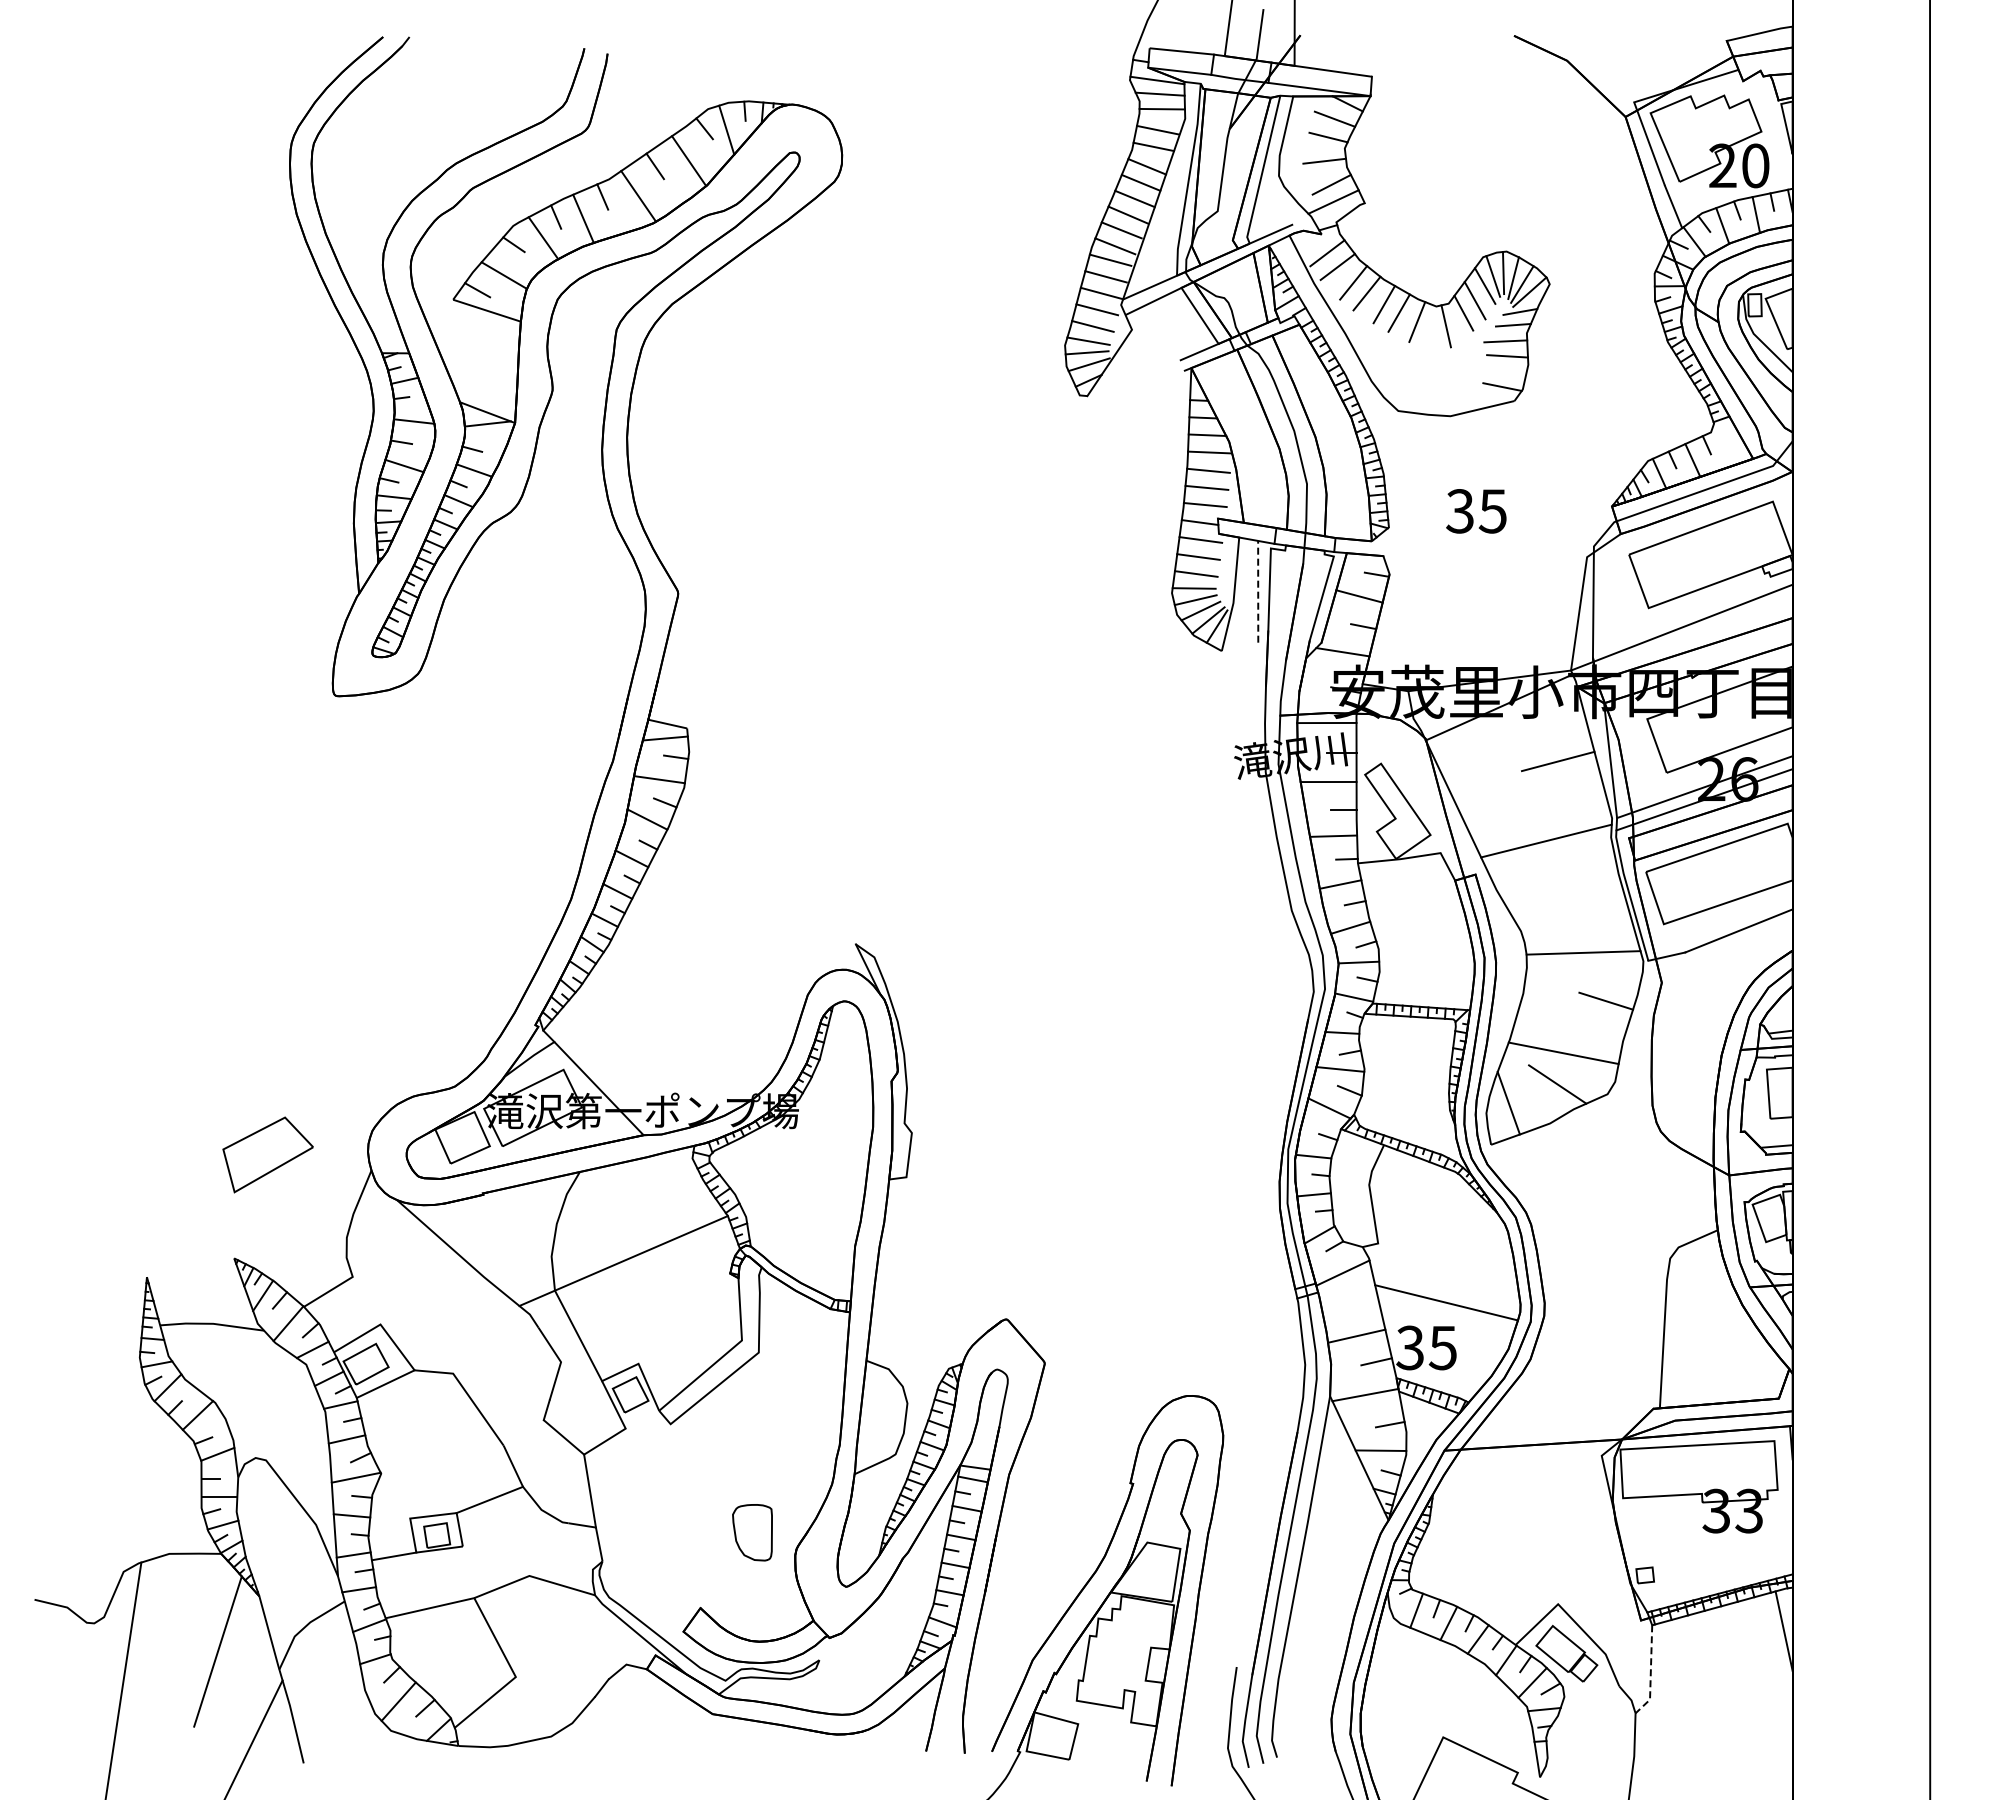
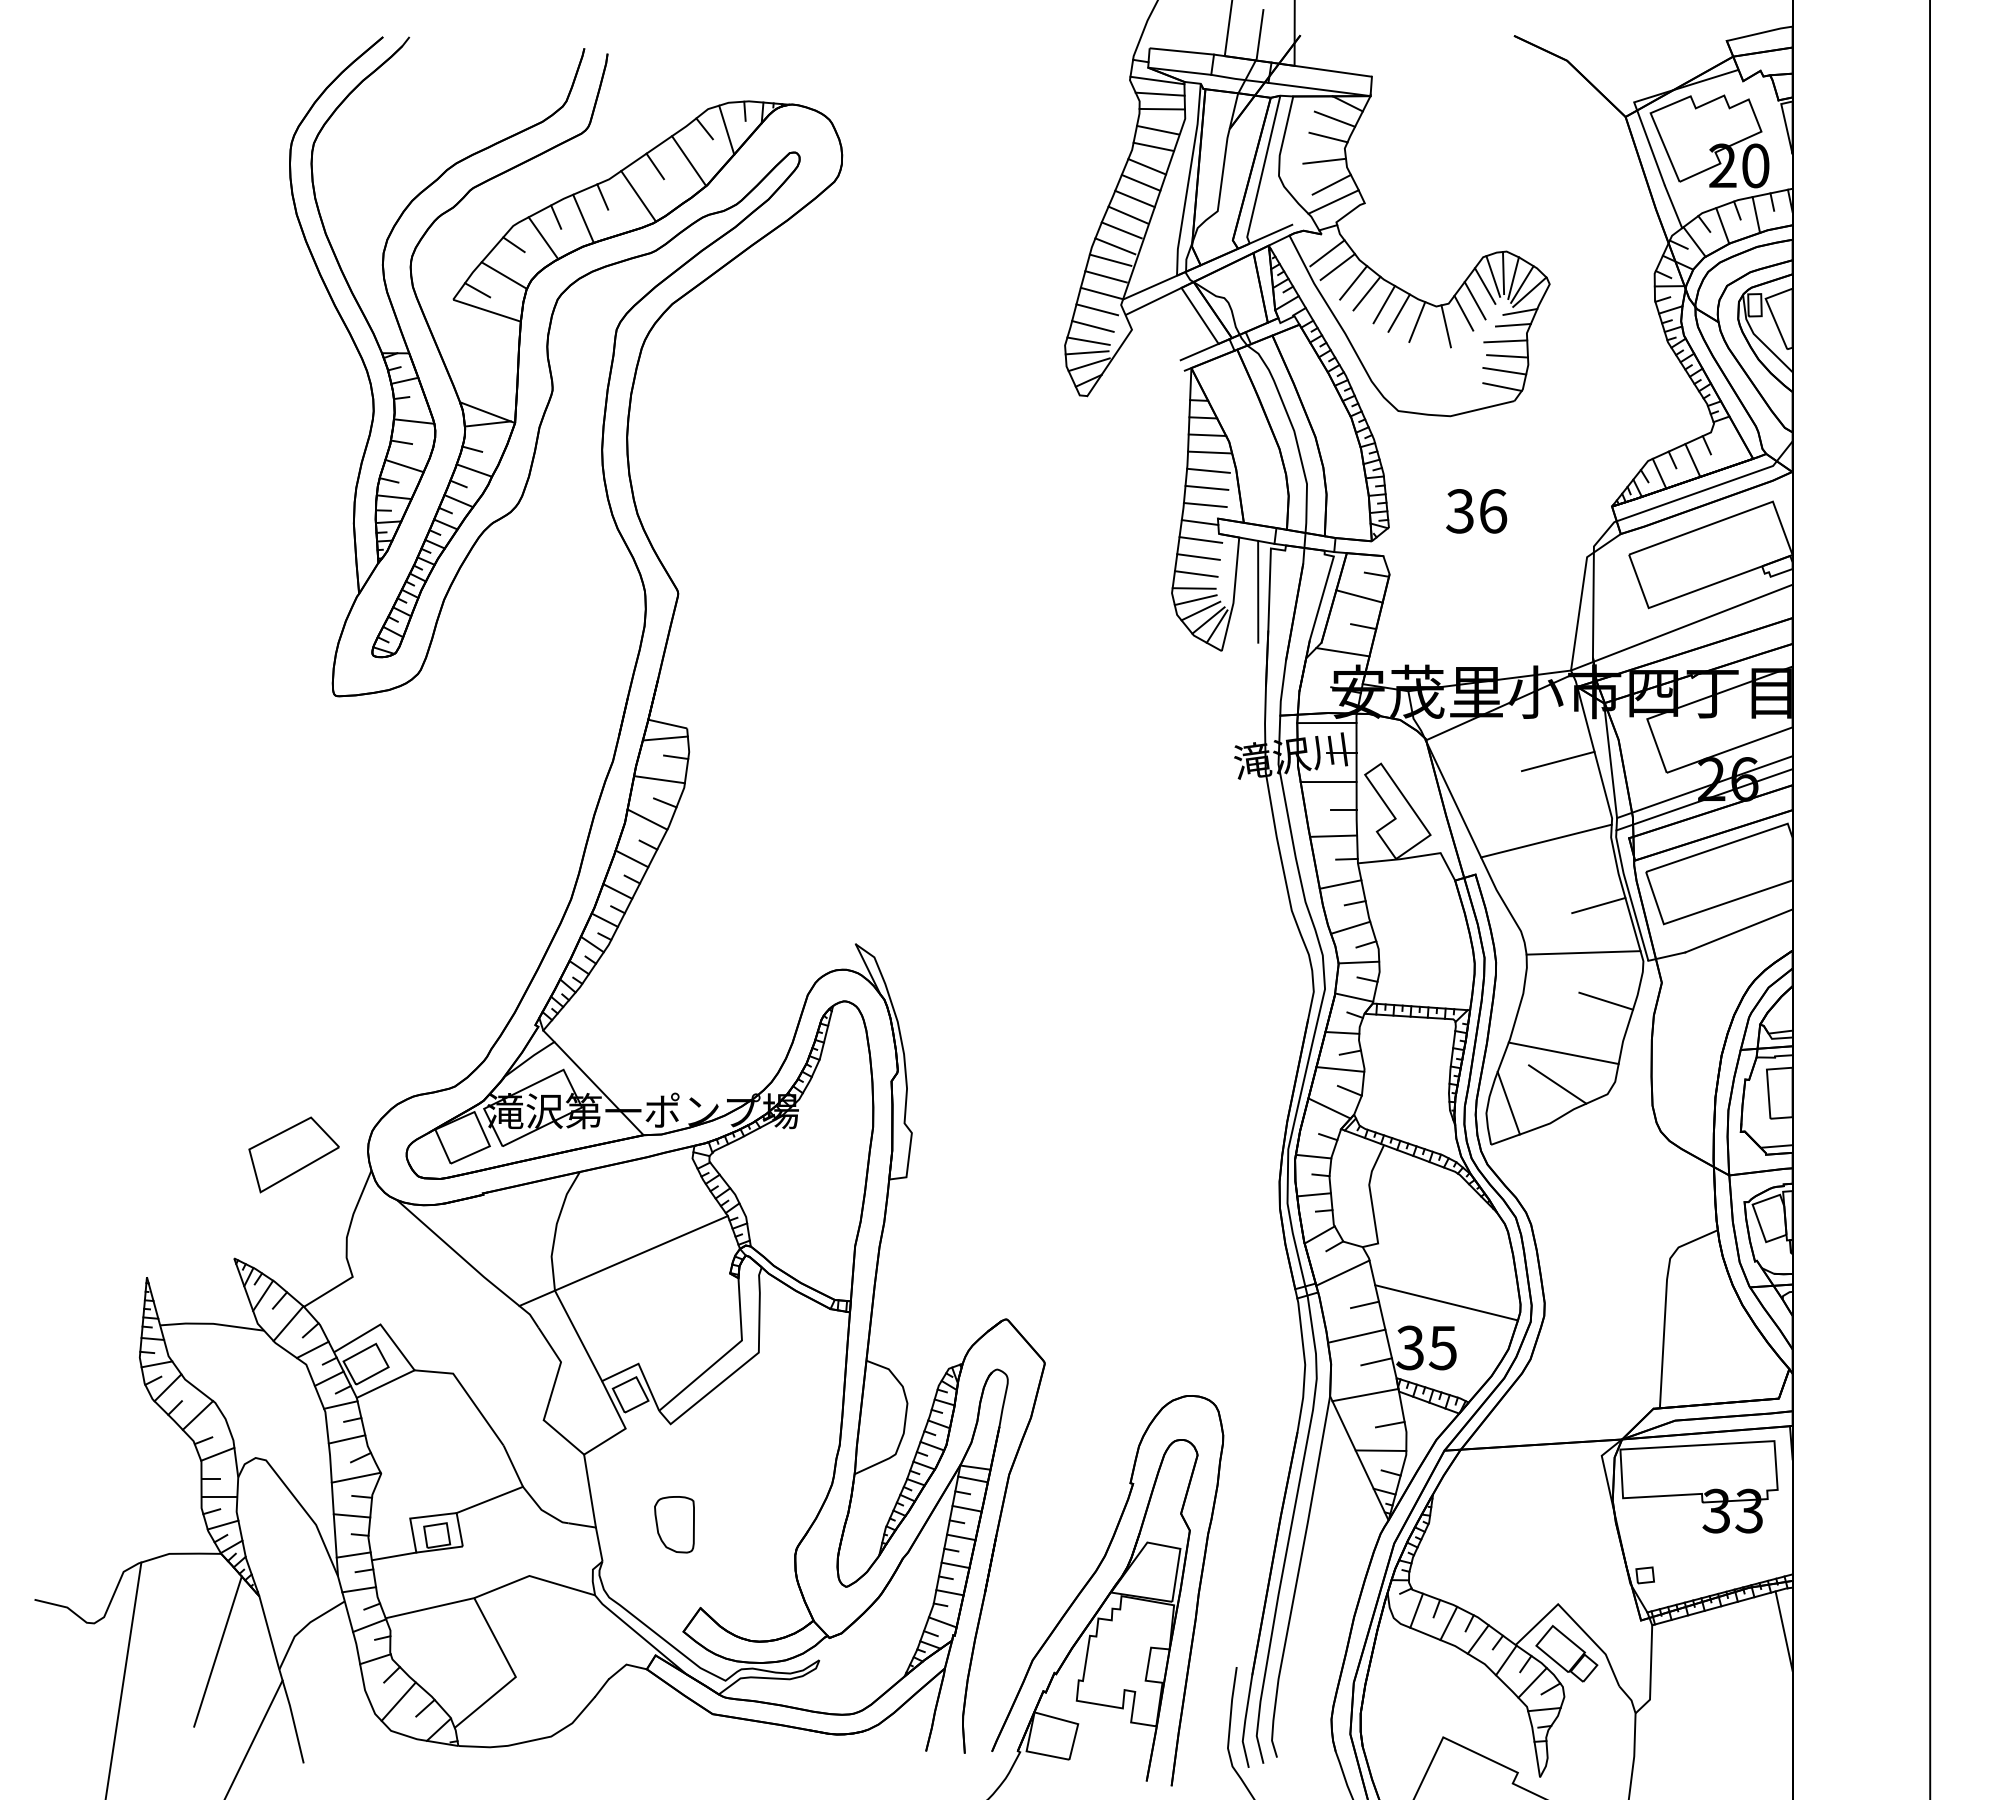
line at (1504, 370): none -> present
text at (1492, 511): 35 -> 36
line at (1258, 591): dashed -> solid
line at (1598, 905): none -> present
part at (267, 1154) position: (267, 1154) -> (293, 1154)
line at (1364, 1304): none -> present
part at (752, 1532) position: (752, 1532) -> (674, 1524)
line at (1650, 1672): dashed -> solid
